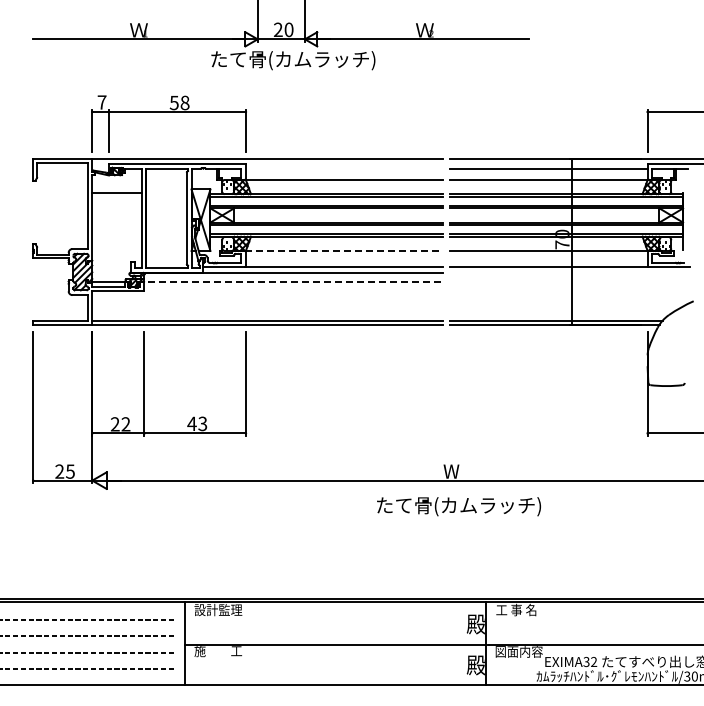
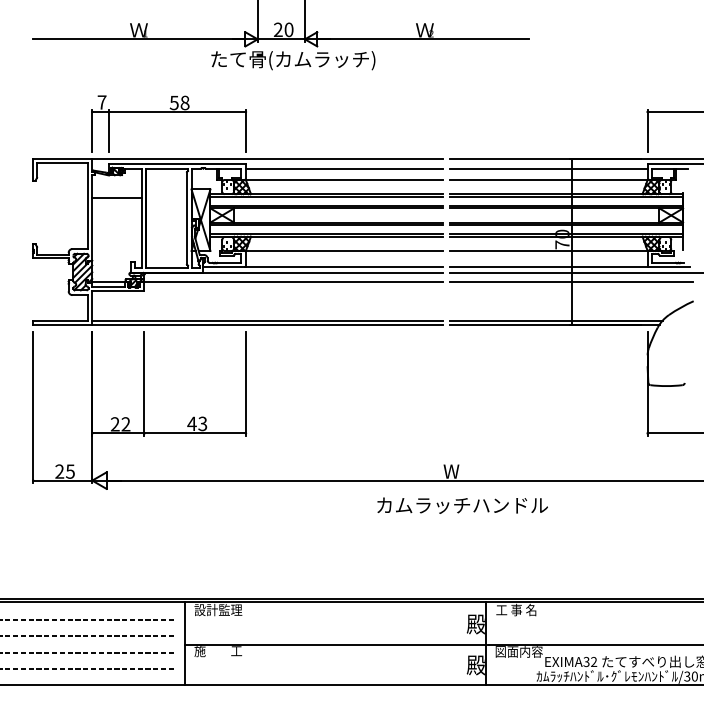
line at (344, 169): none -> present
line at (116, 192) position: (116, 192) -> (116, 197)
line at (344, 250): dashed -> solid
line at (575, 272): none -> present
line at (290, 282): dashed -> solid
line at (571, 282): none -> present
text at (462, 506): たて骨(カムラッチ) -> カムラッチハンドル
